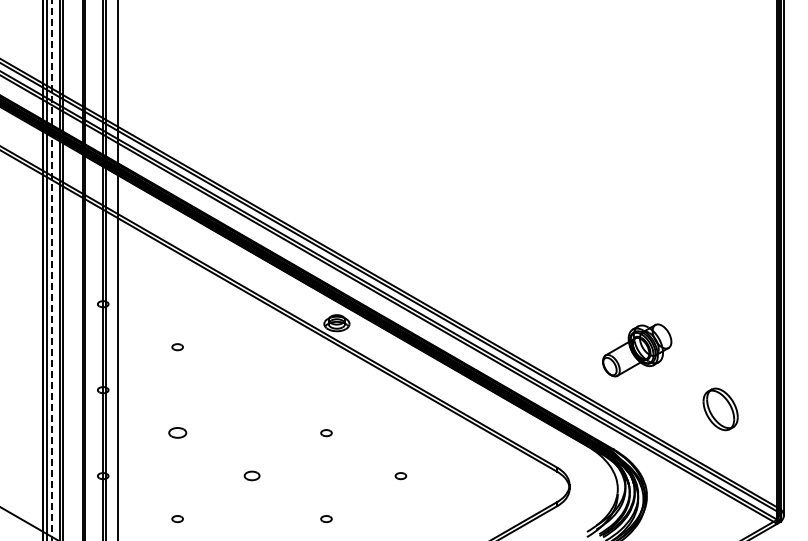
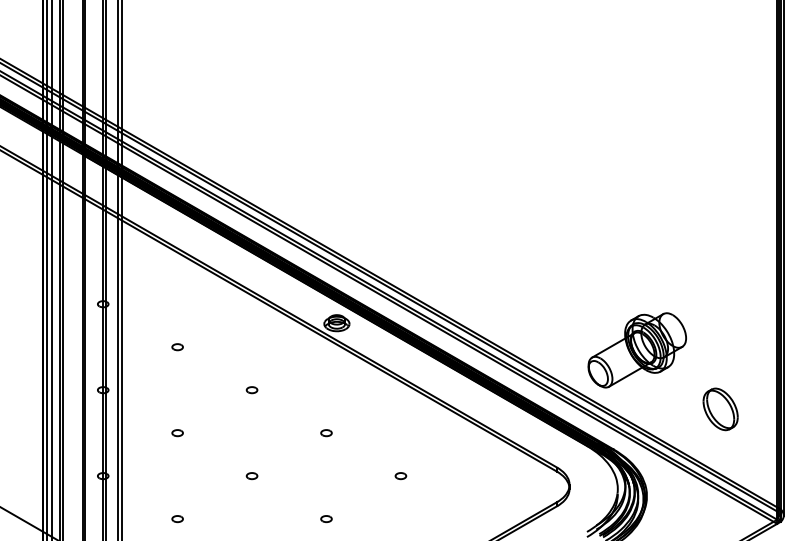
line at (121, 269): none -> present
line at (52, 270): dashed -> solid
part at (637, 350) size: 71x55 px -> 100x77 px
part at (251, 390): none -> present
part at (177, 432) size: 20x12 px -> 13x9 px
part at (251, 475) size: 18x12 px -> 14x9 px
